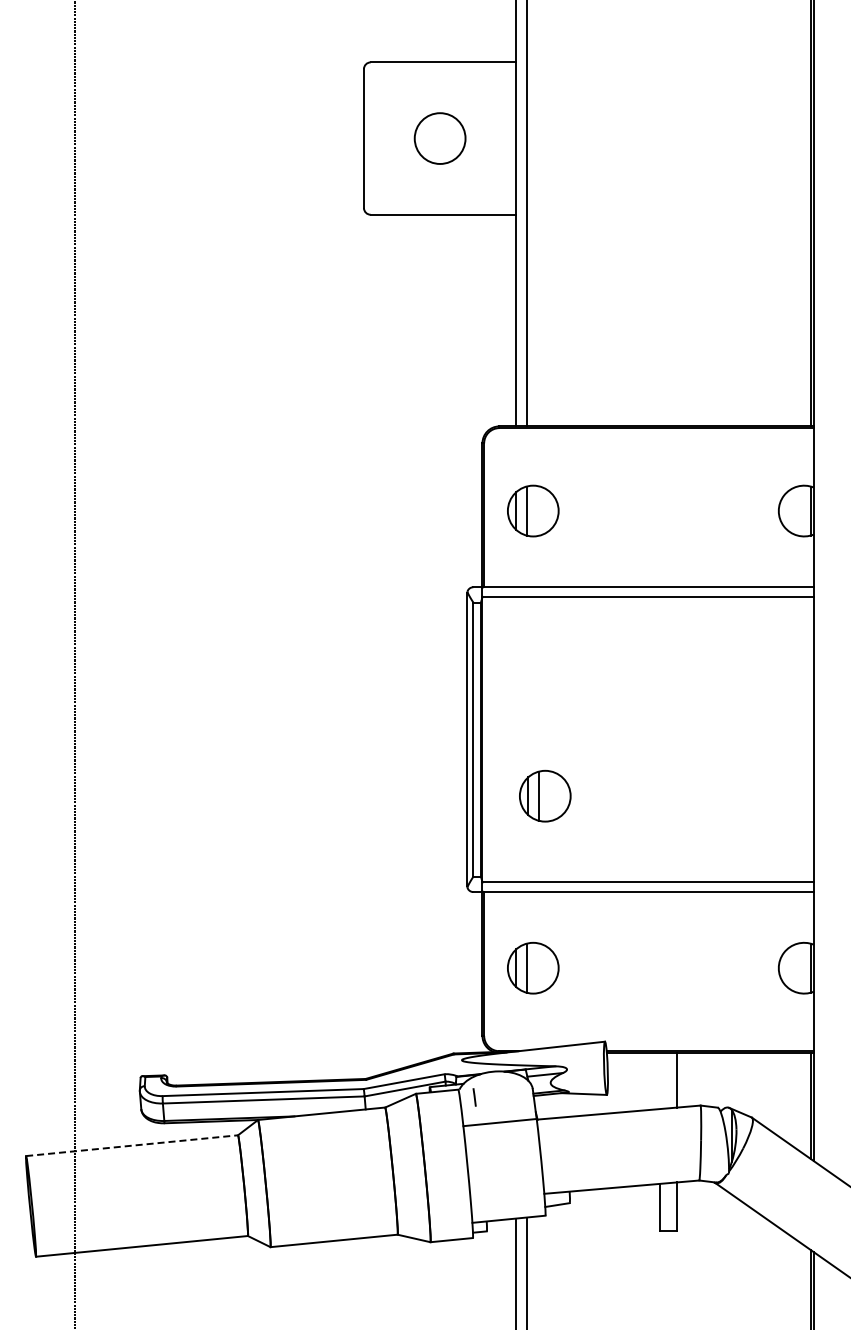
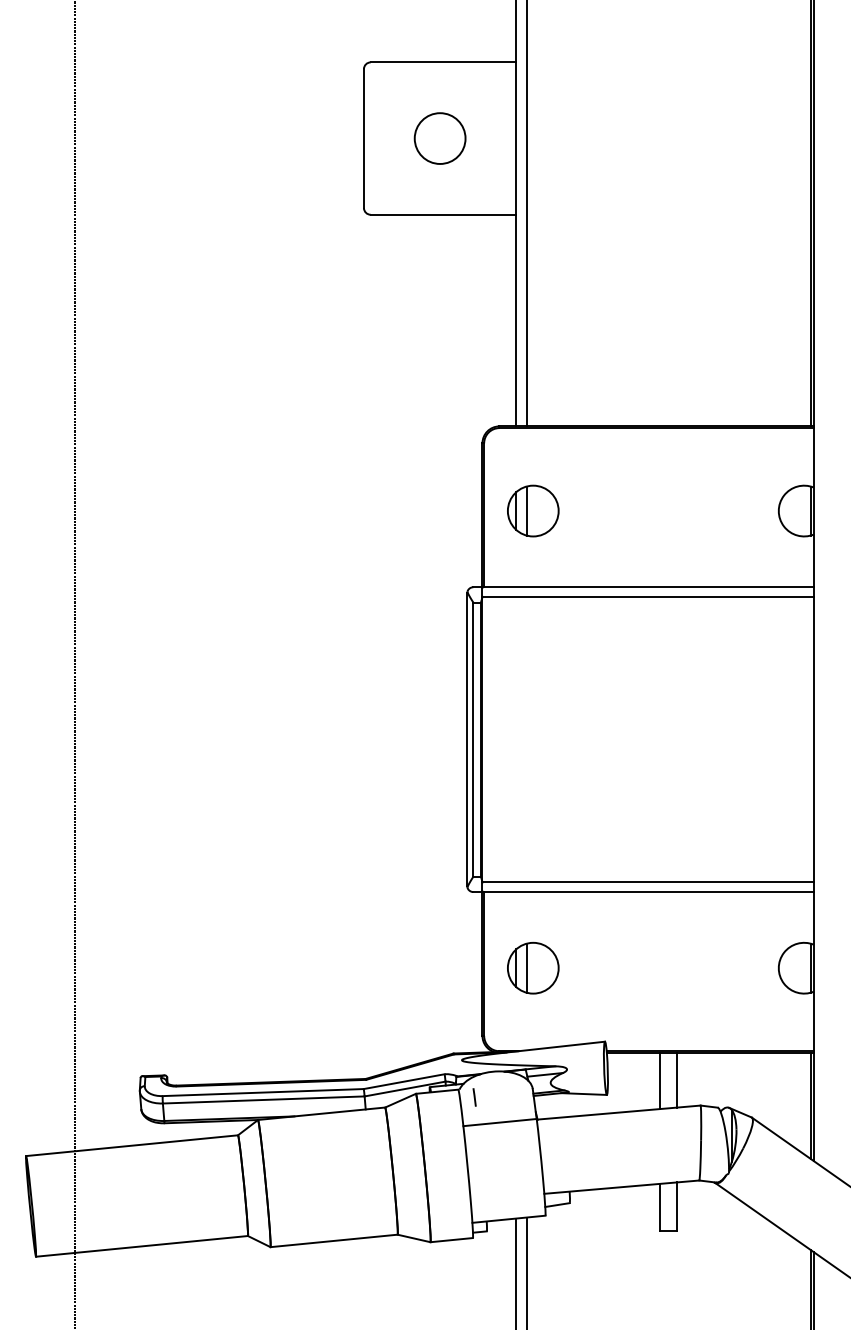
part at (545, 795): present -> none
line at (660, 1080): none -> present
line at (132, 1145): dashed -> solid
